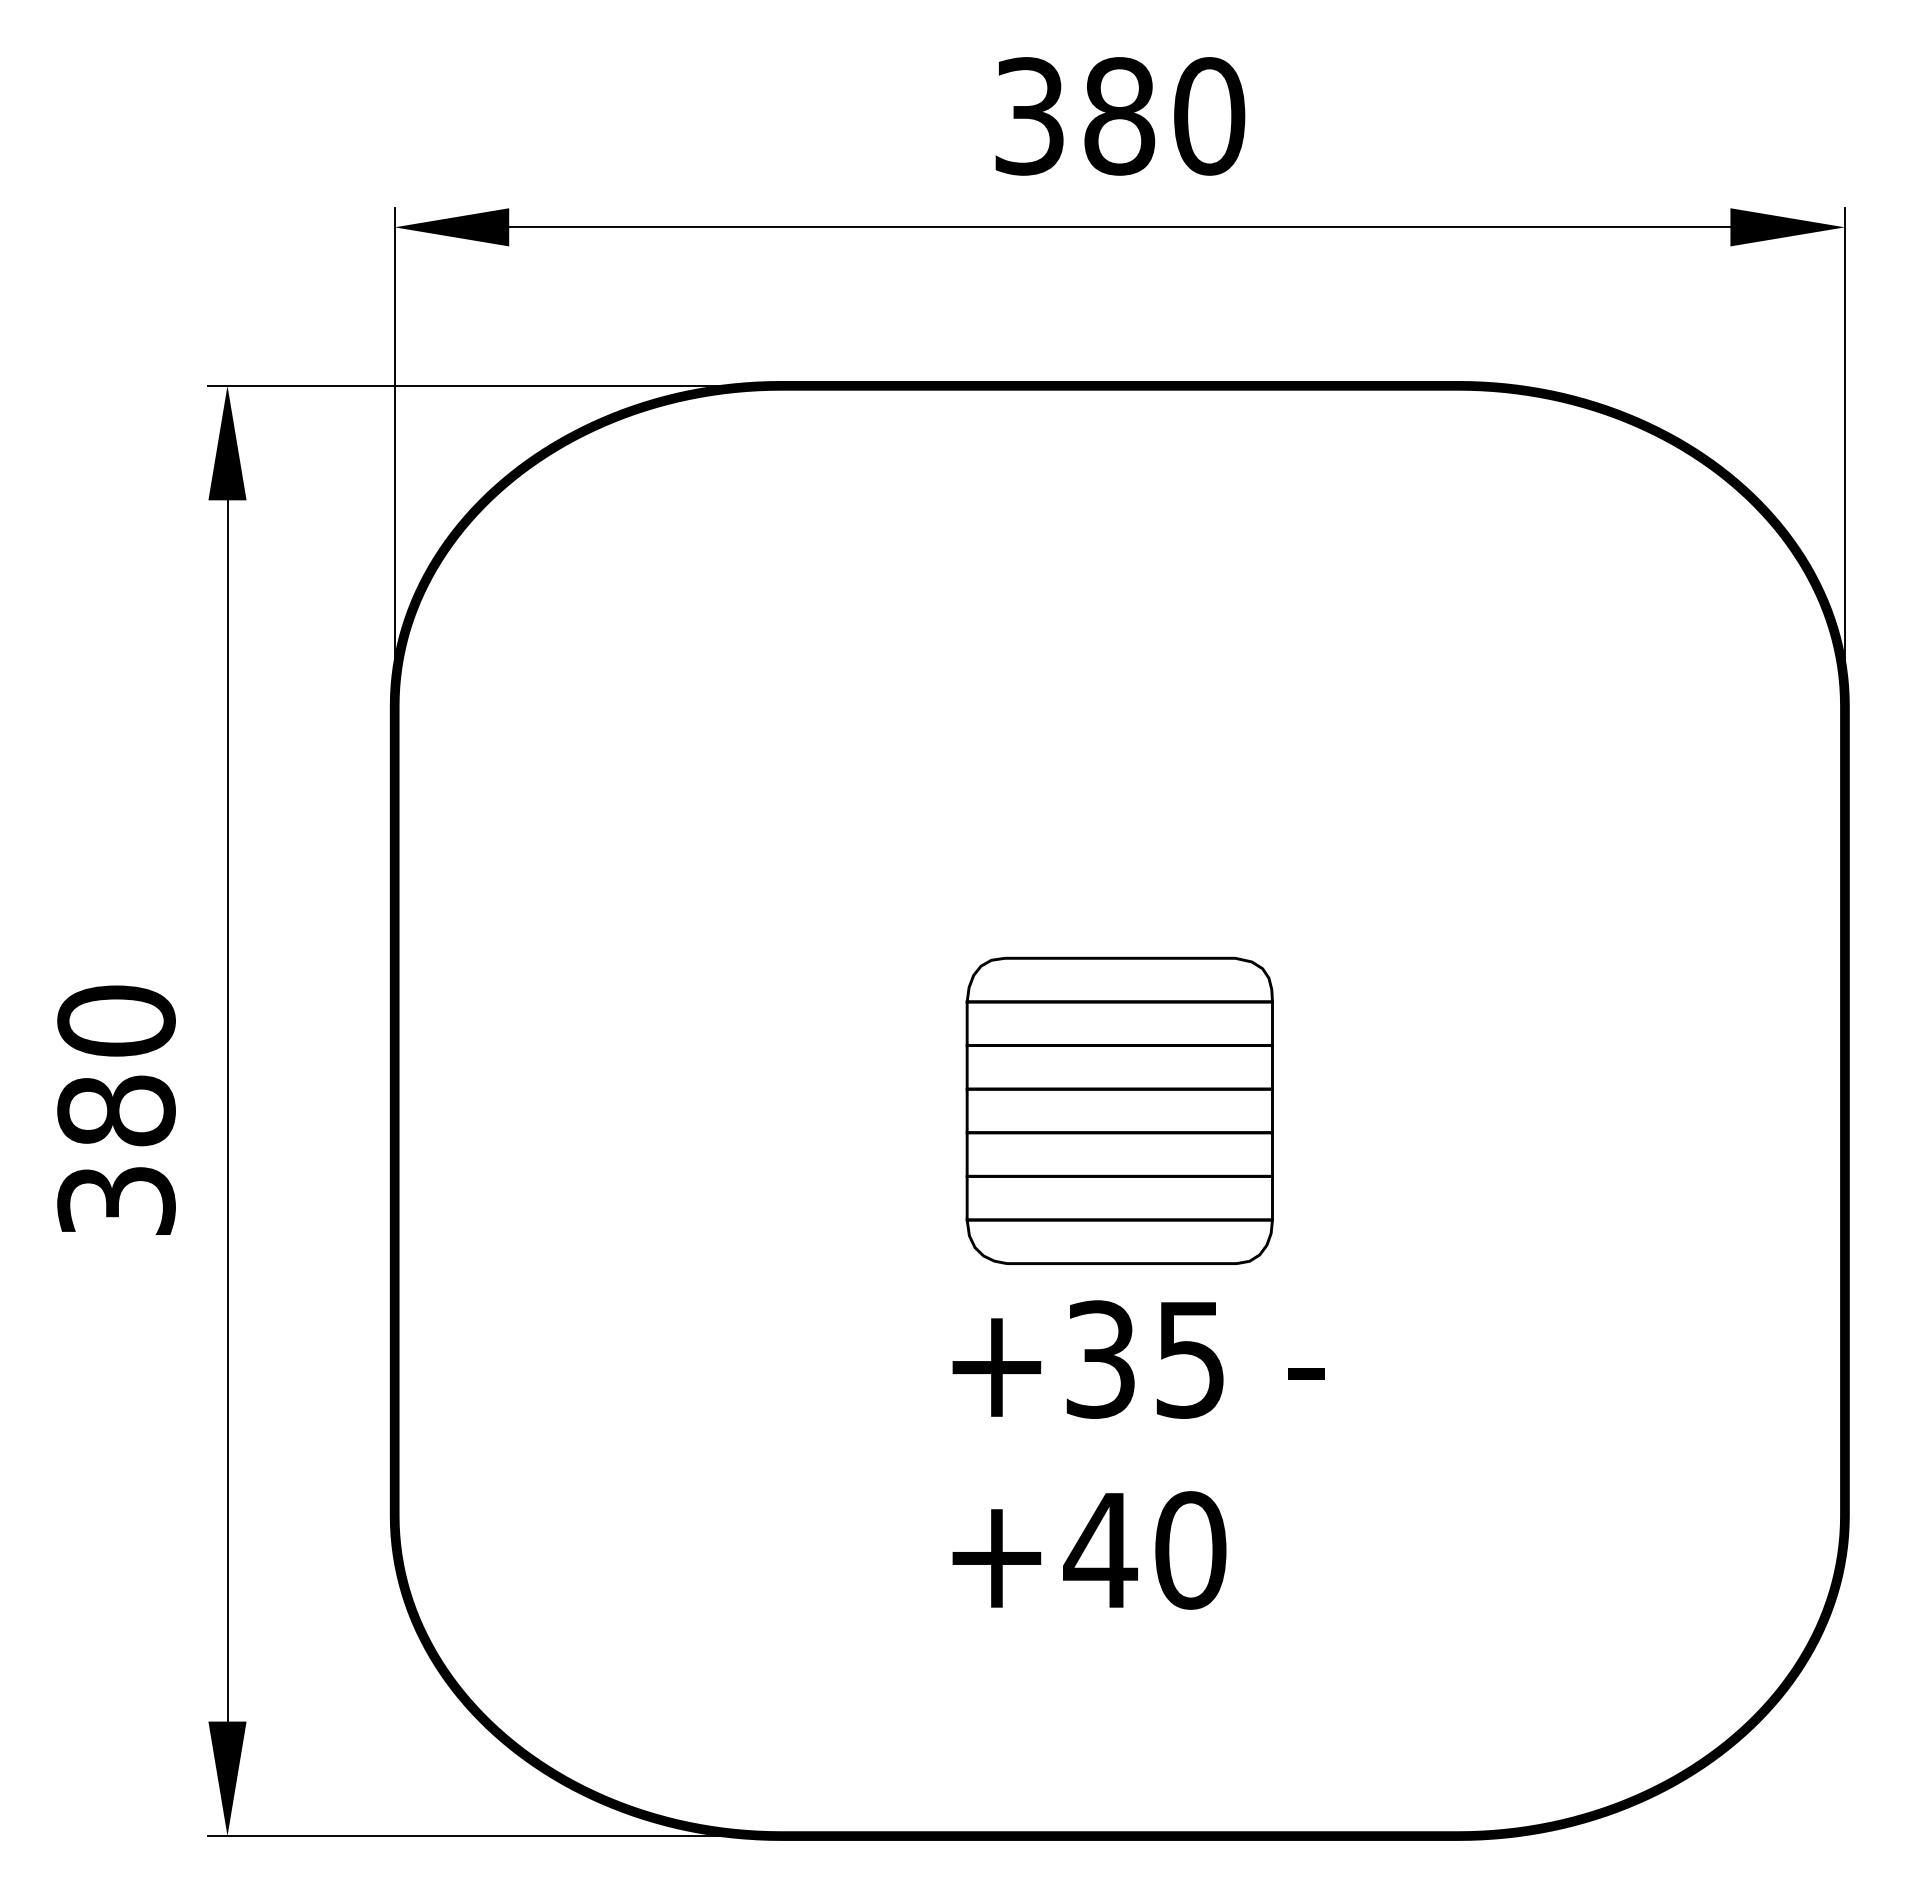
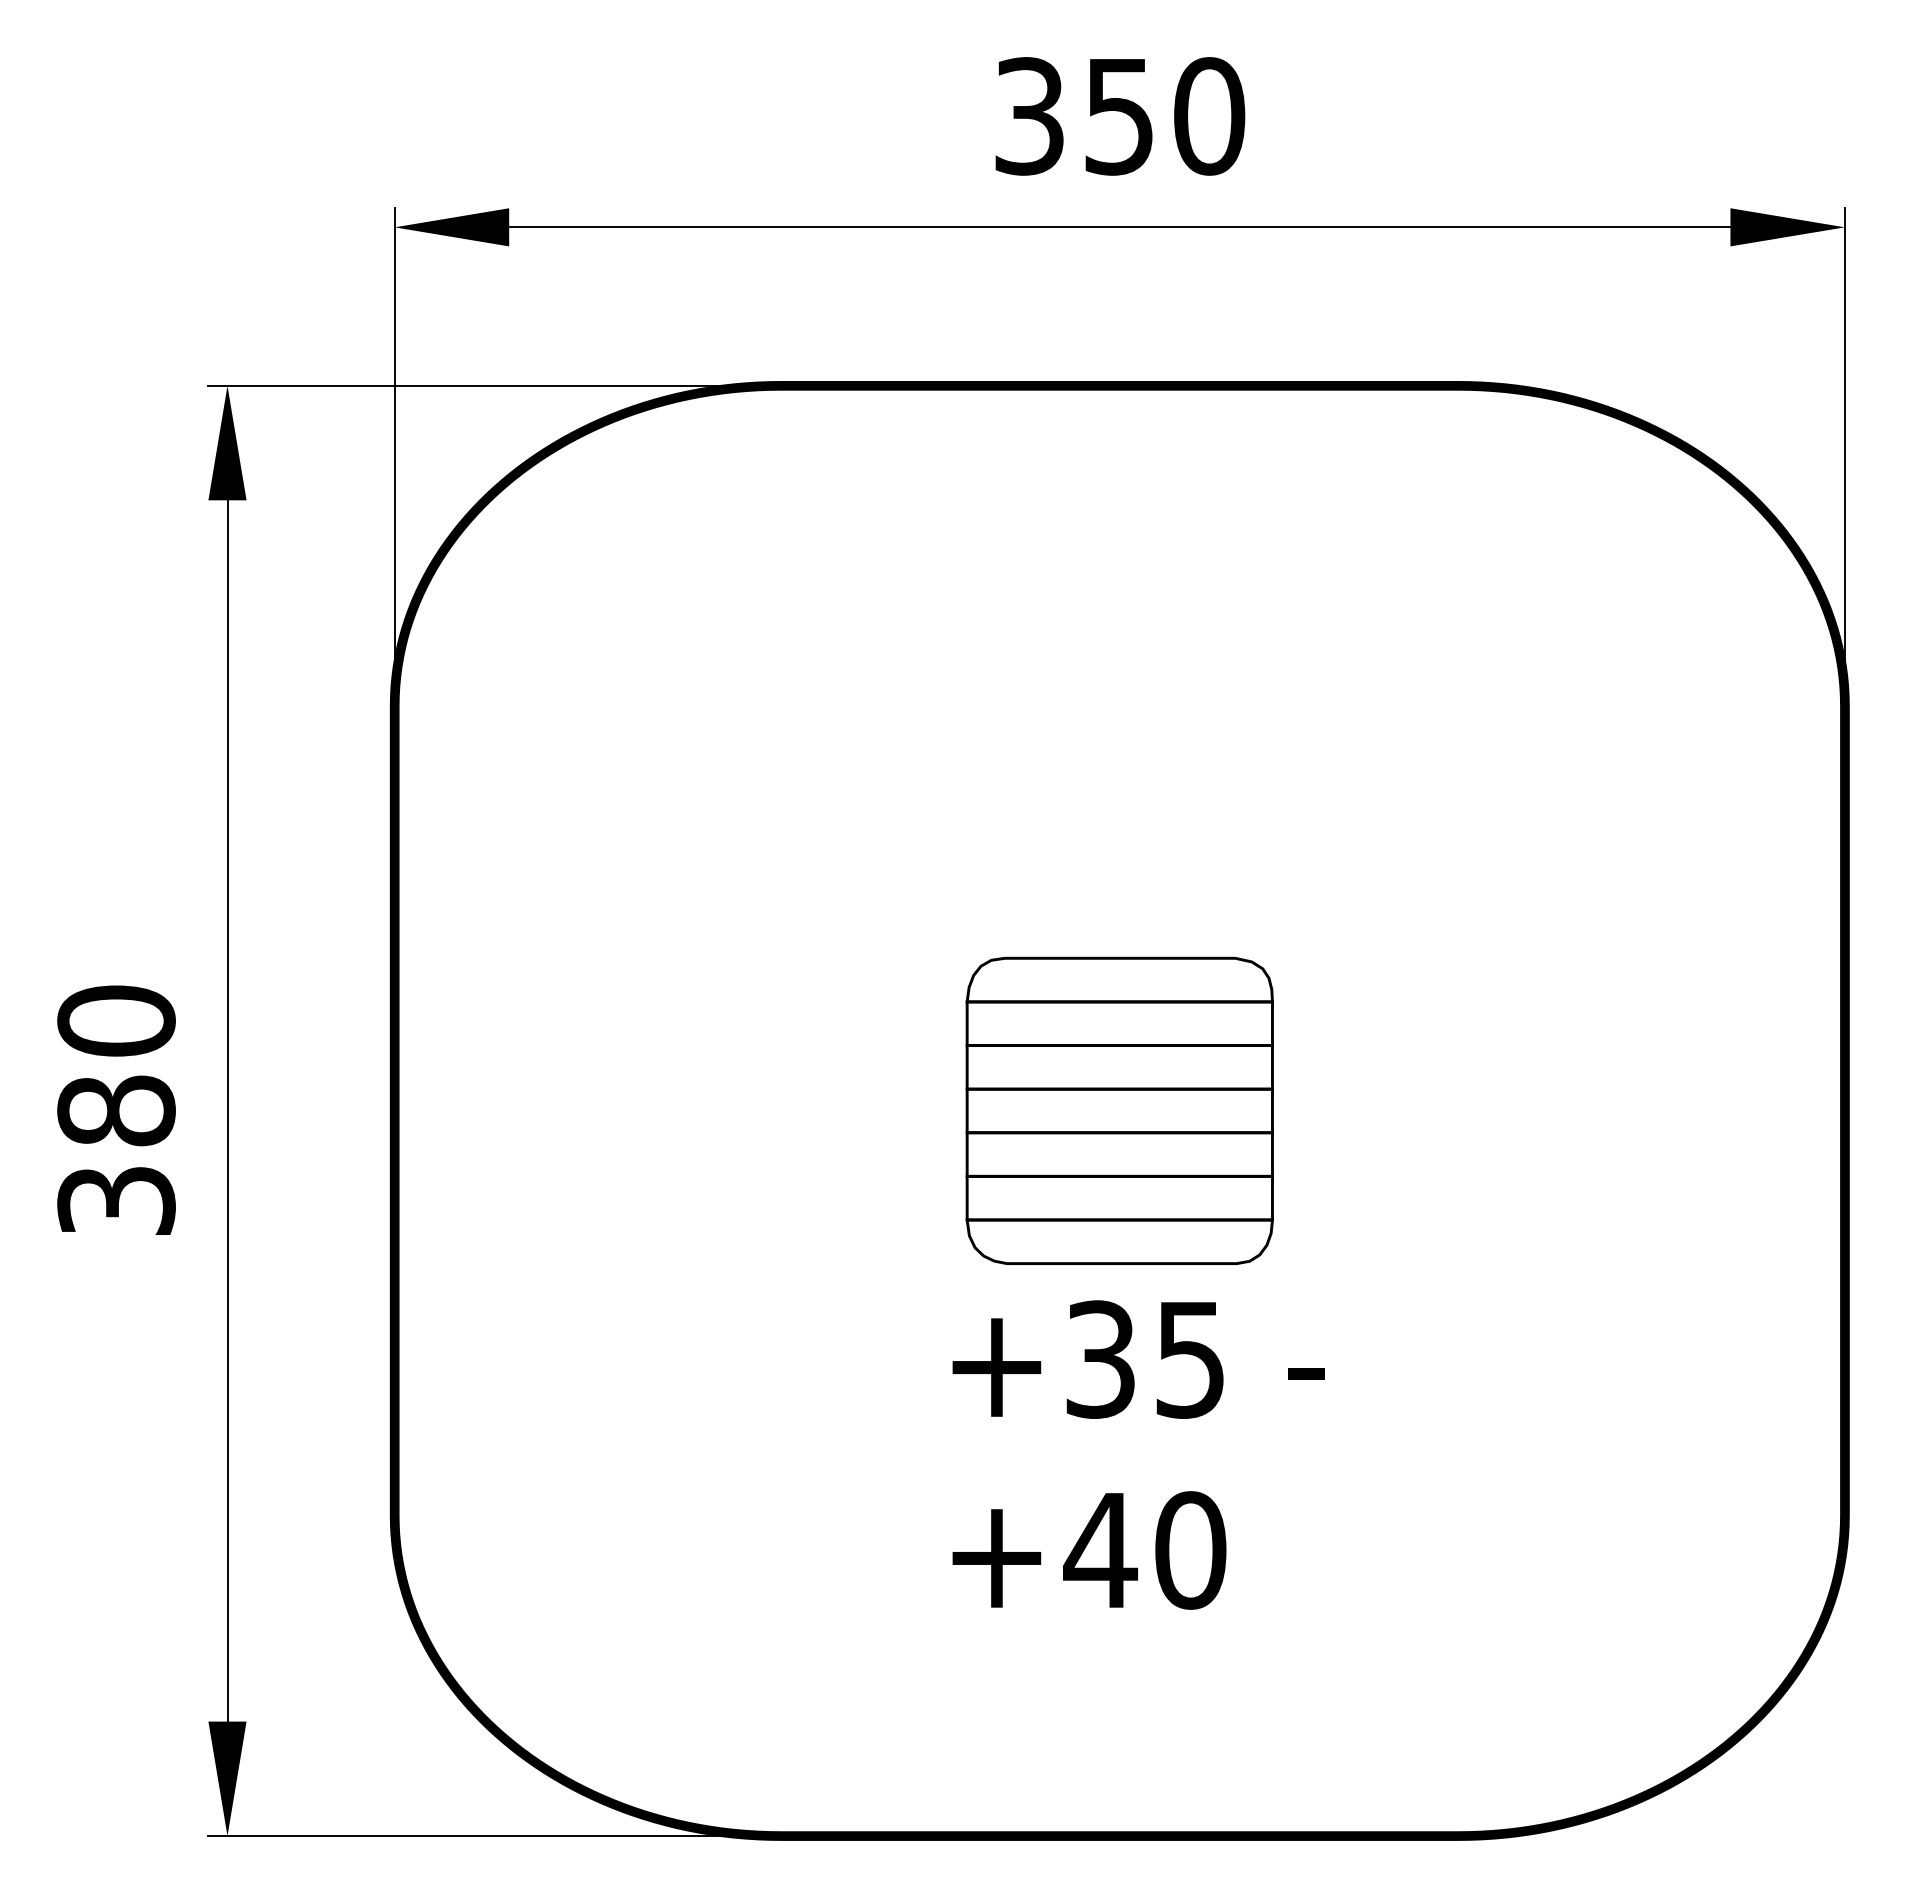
text at (1119, 116): 380 -> 350
